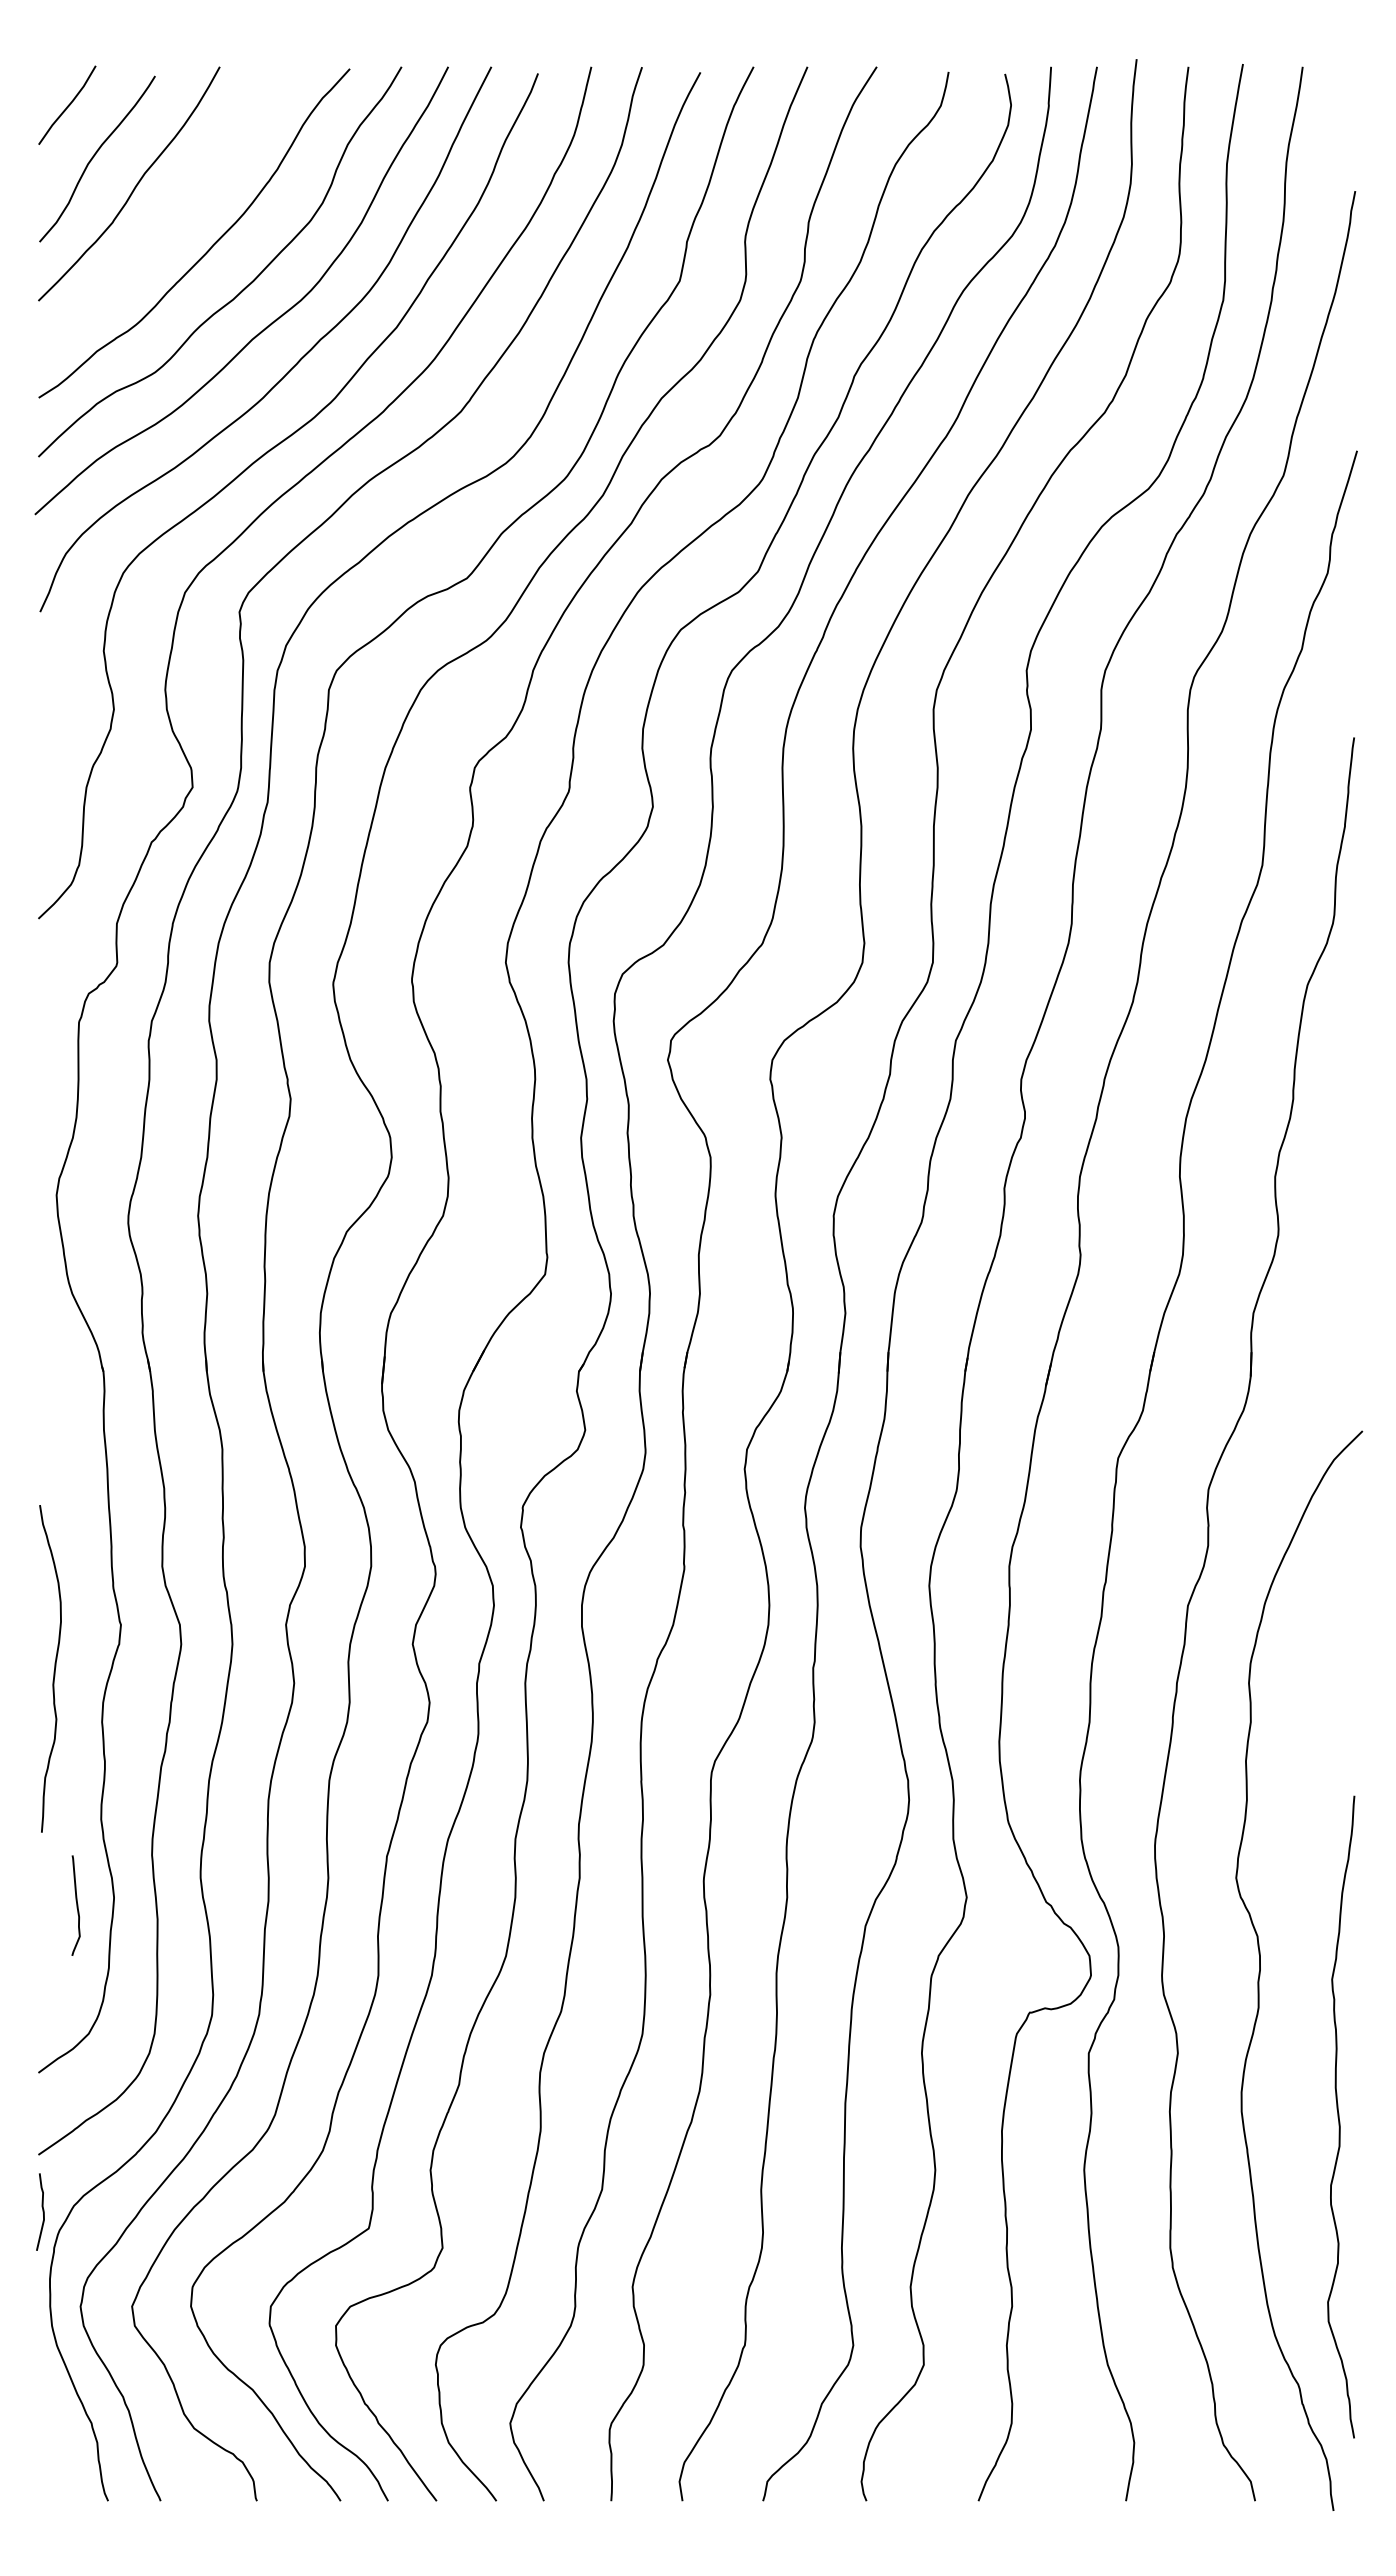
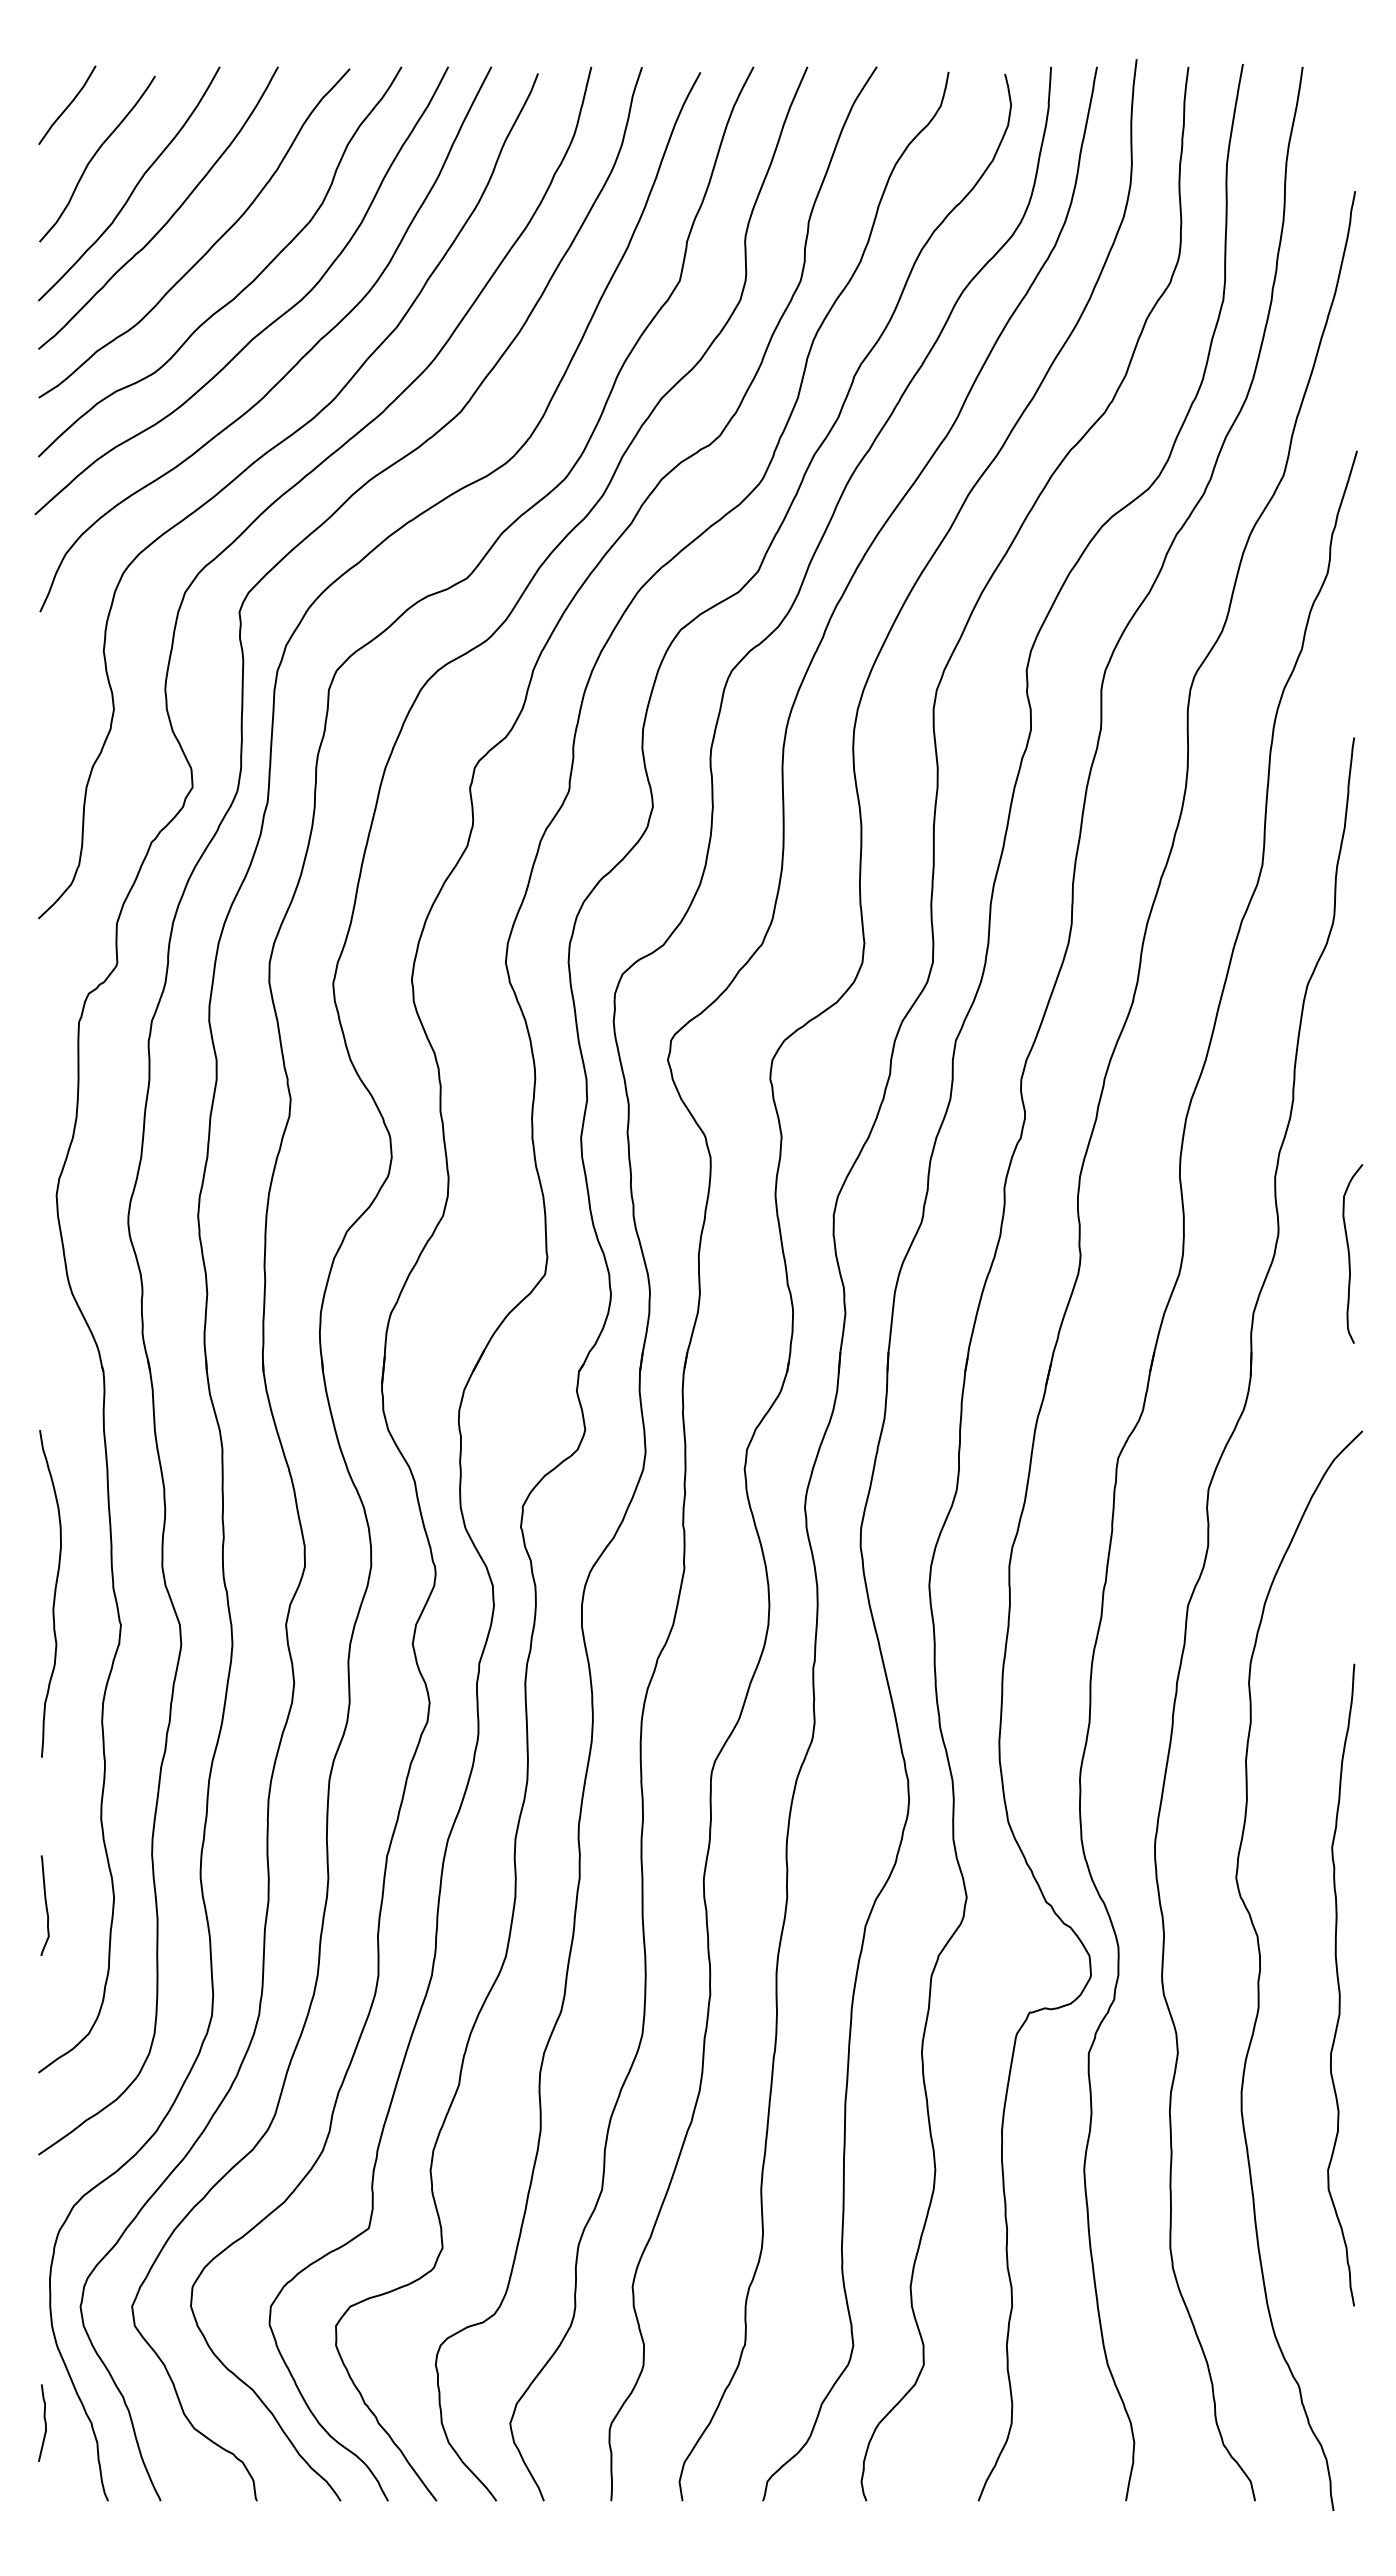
curve at (170, 216): none -> present
curve at (1349, 1253): none -> present
curve at (54, 1668) position: (54, 1668) -> (54, 1593)
curve at (76, 1905) position: (76, 1905) -> (45, 1905)
curve at (1339, 2116) position: (1339, 2116) -> (1339, 1984)
curve at (42, 2211) position: (42, 2211) -> (44, 2422)
